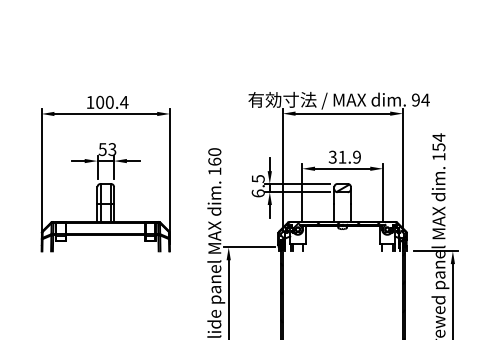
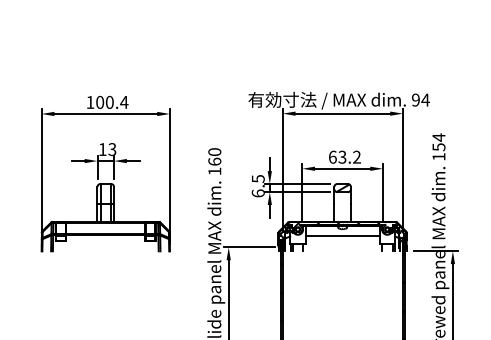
text at (102, 149): 53 -> 13
text at (344, 156): 31.9 -> 63.2
line at (342, 236): none -> present
